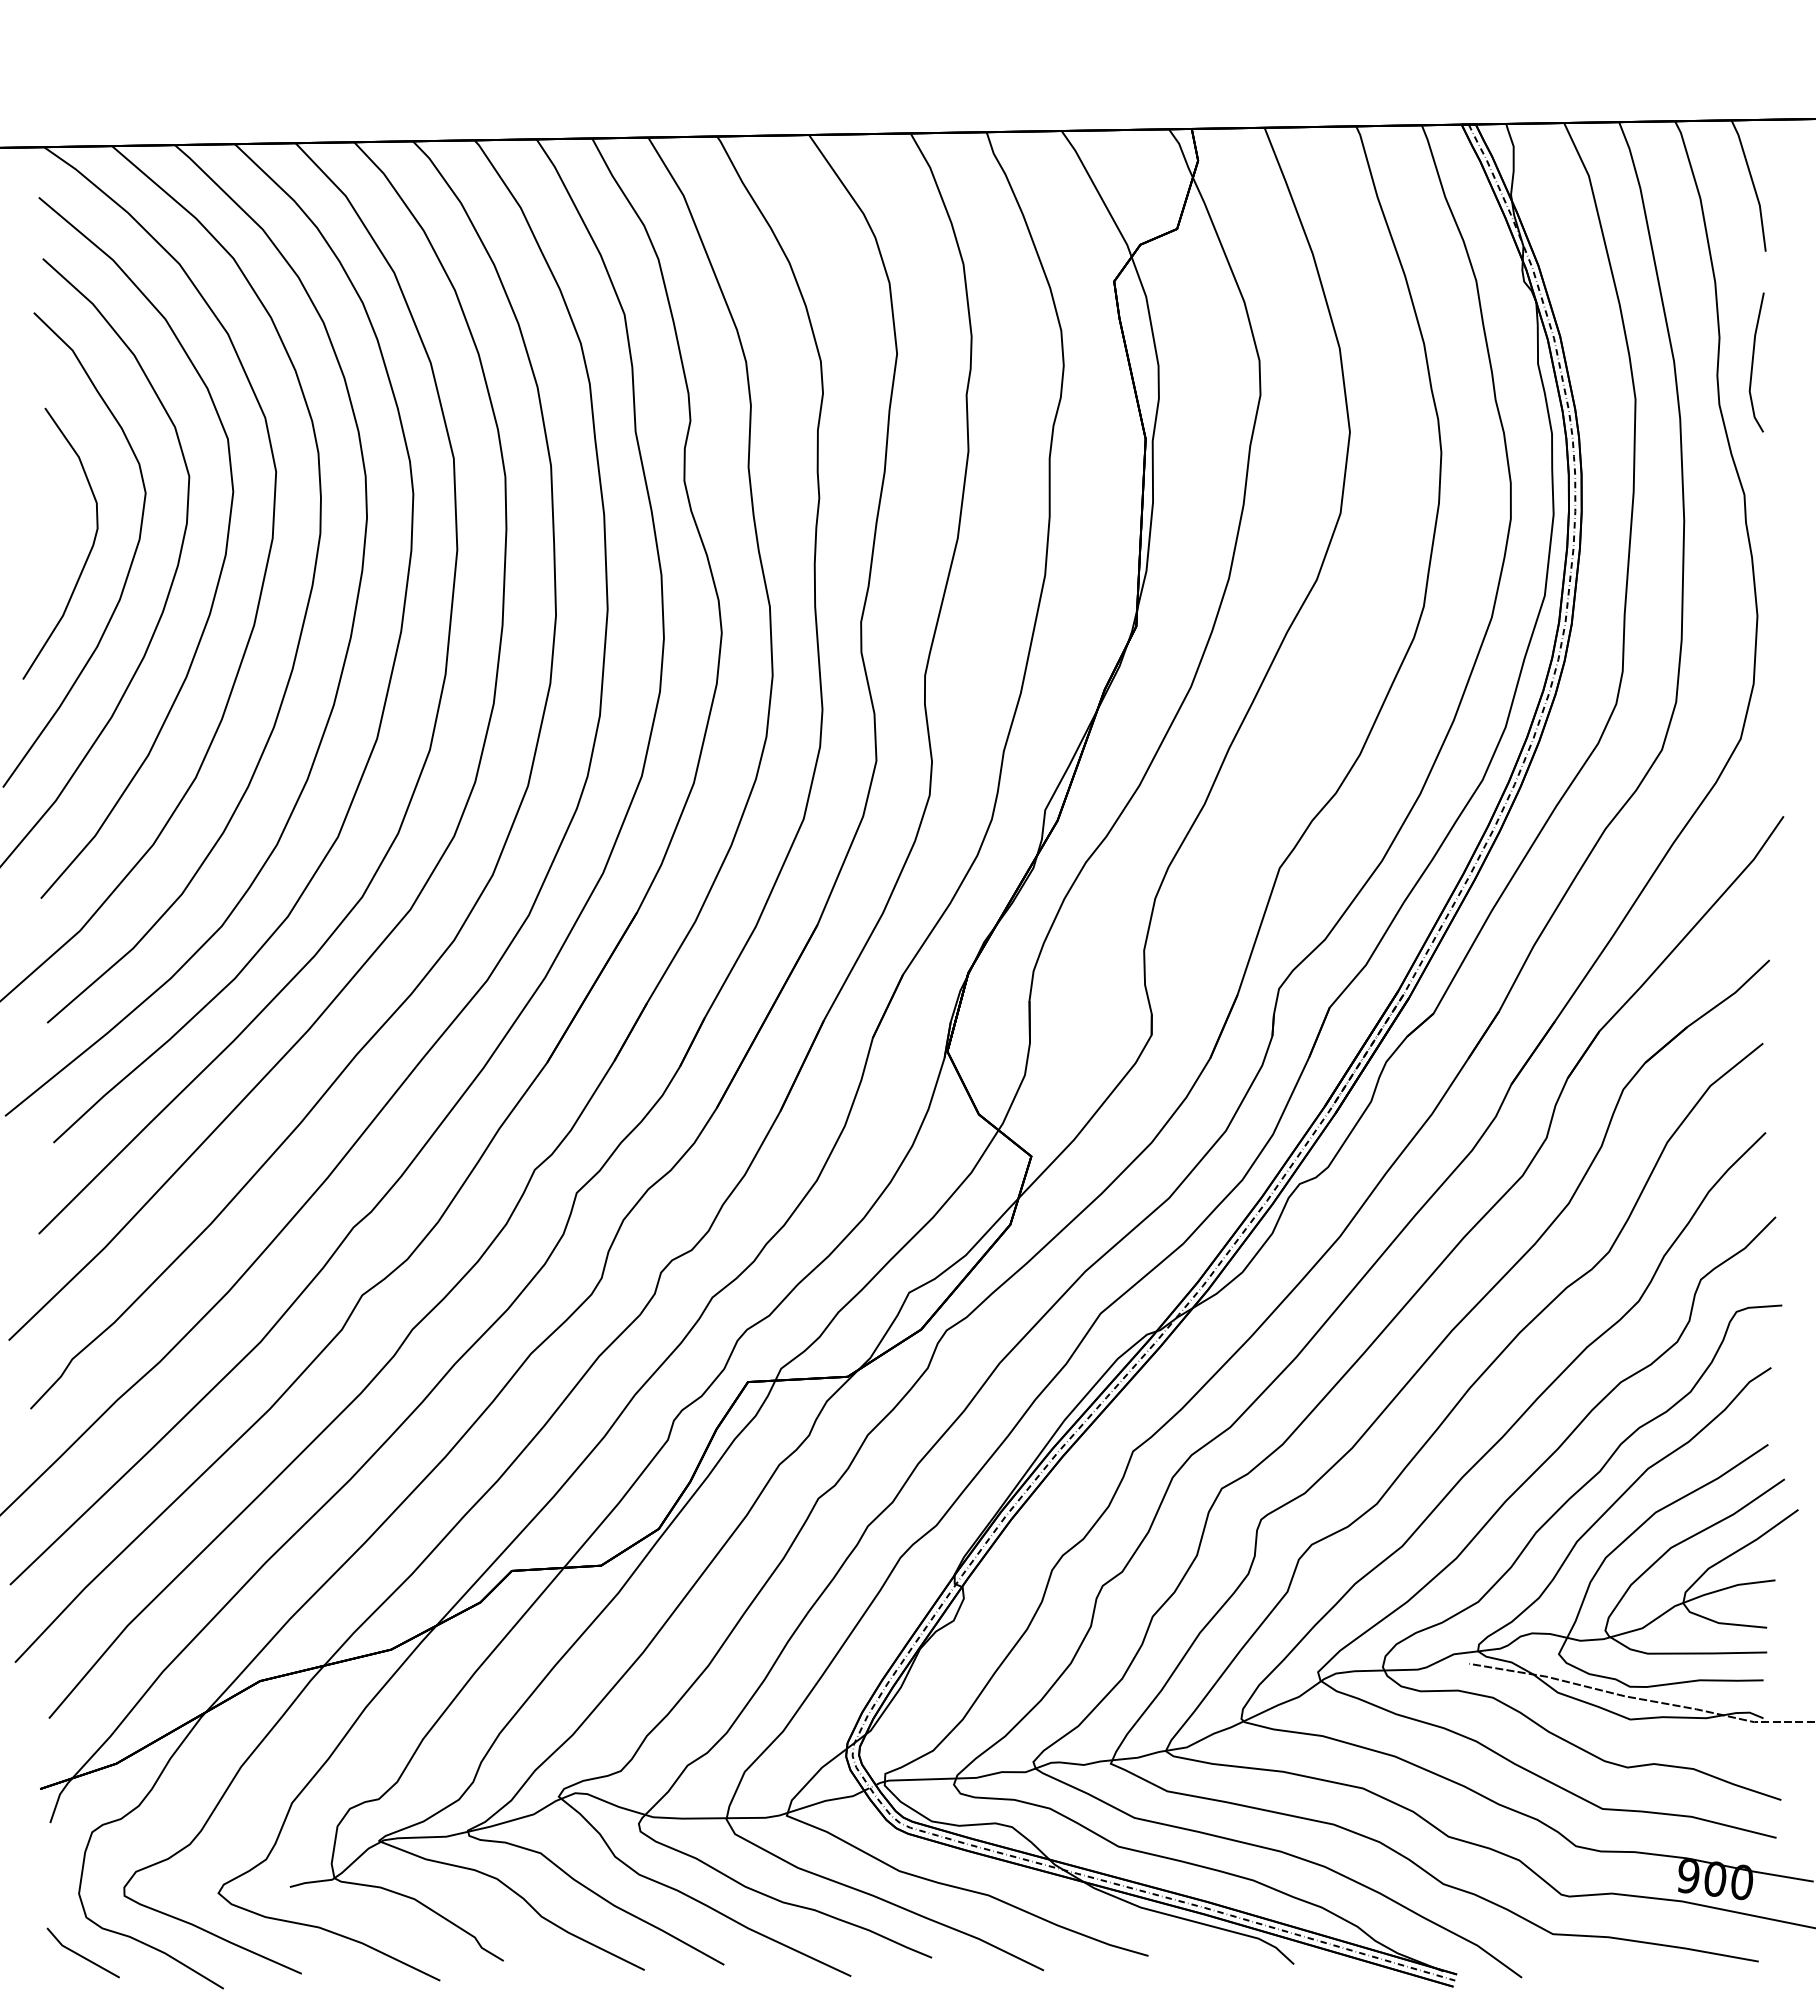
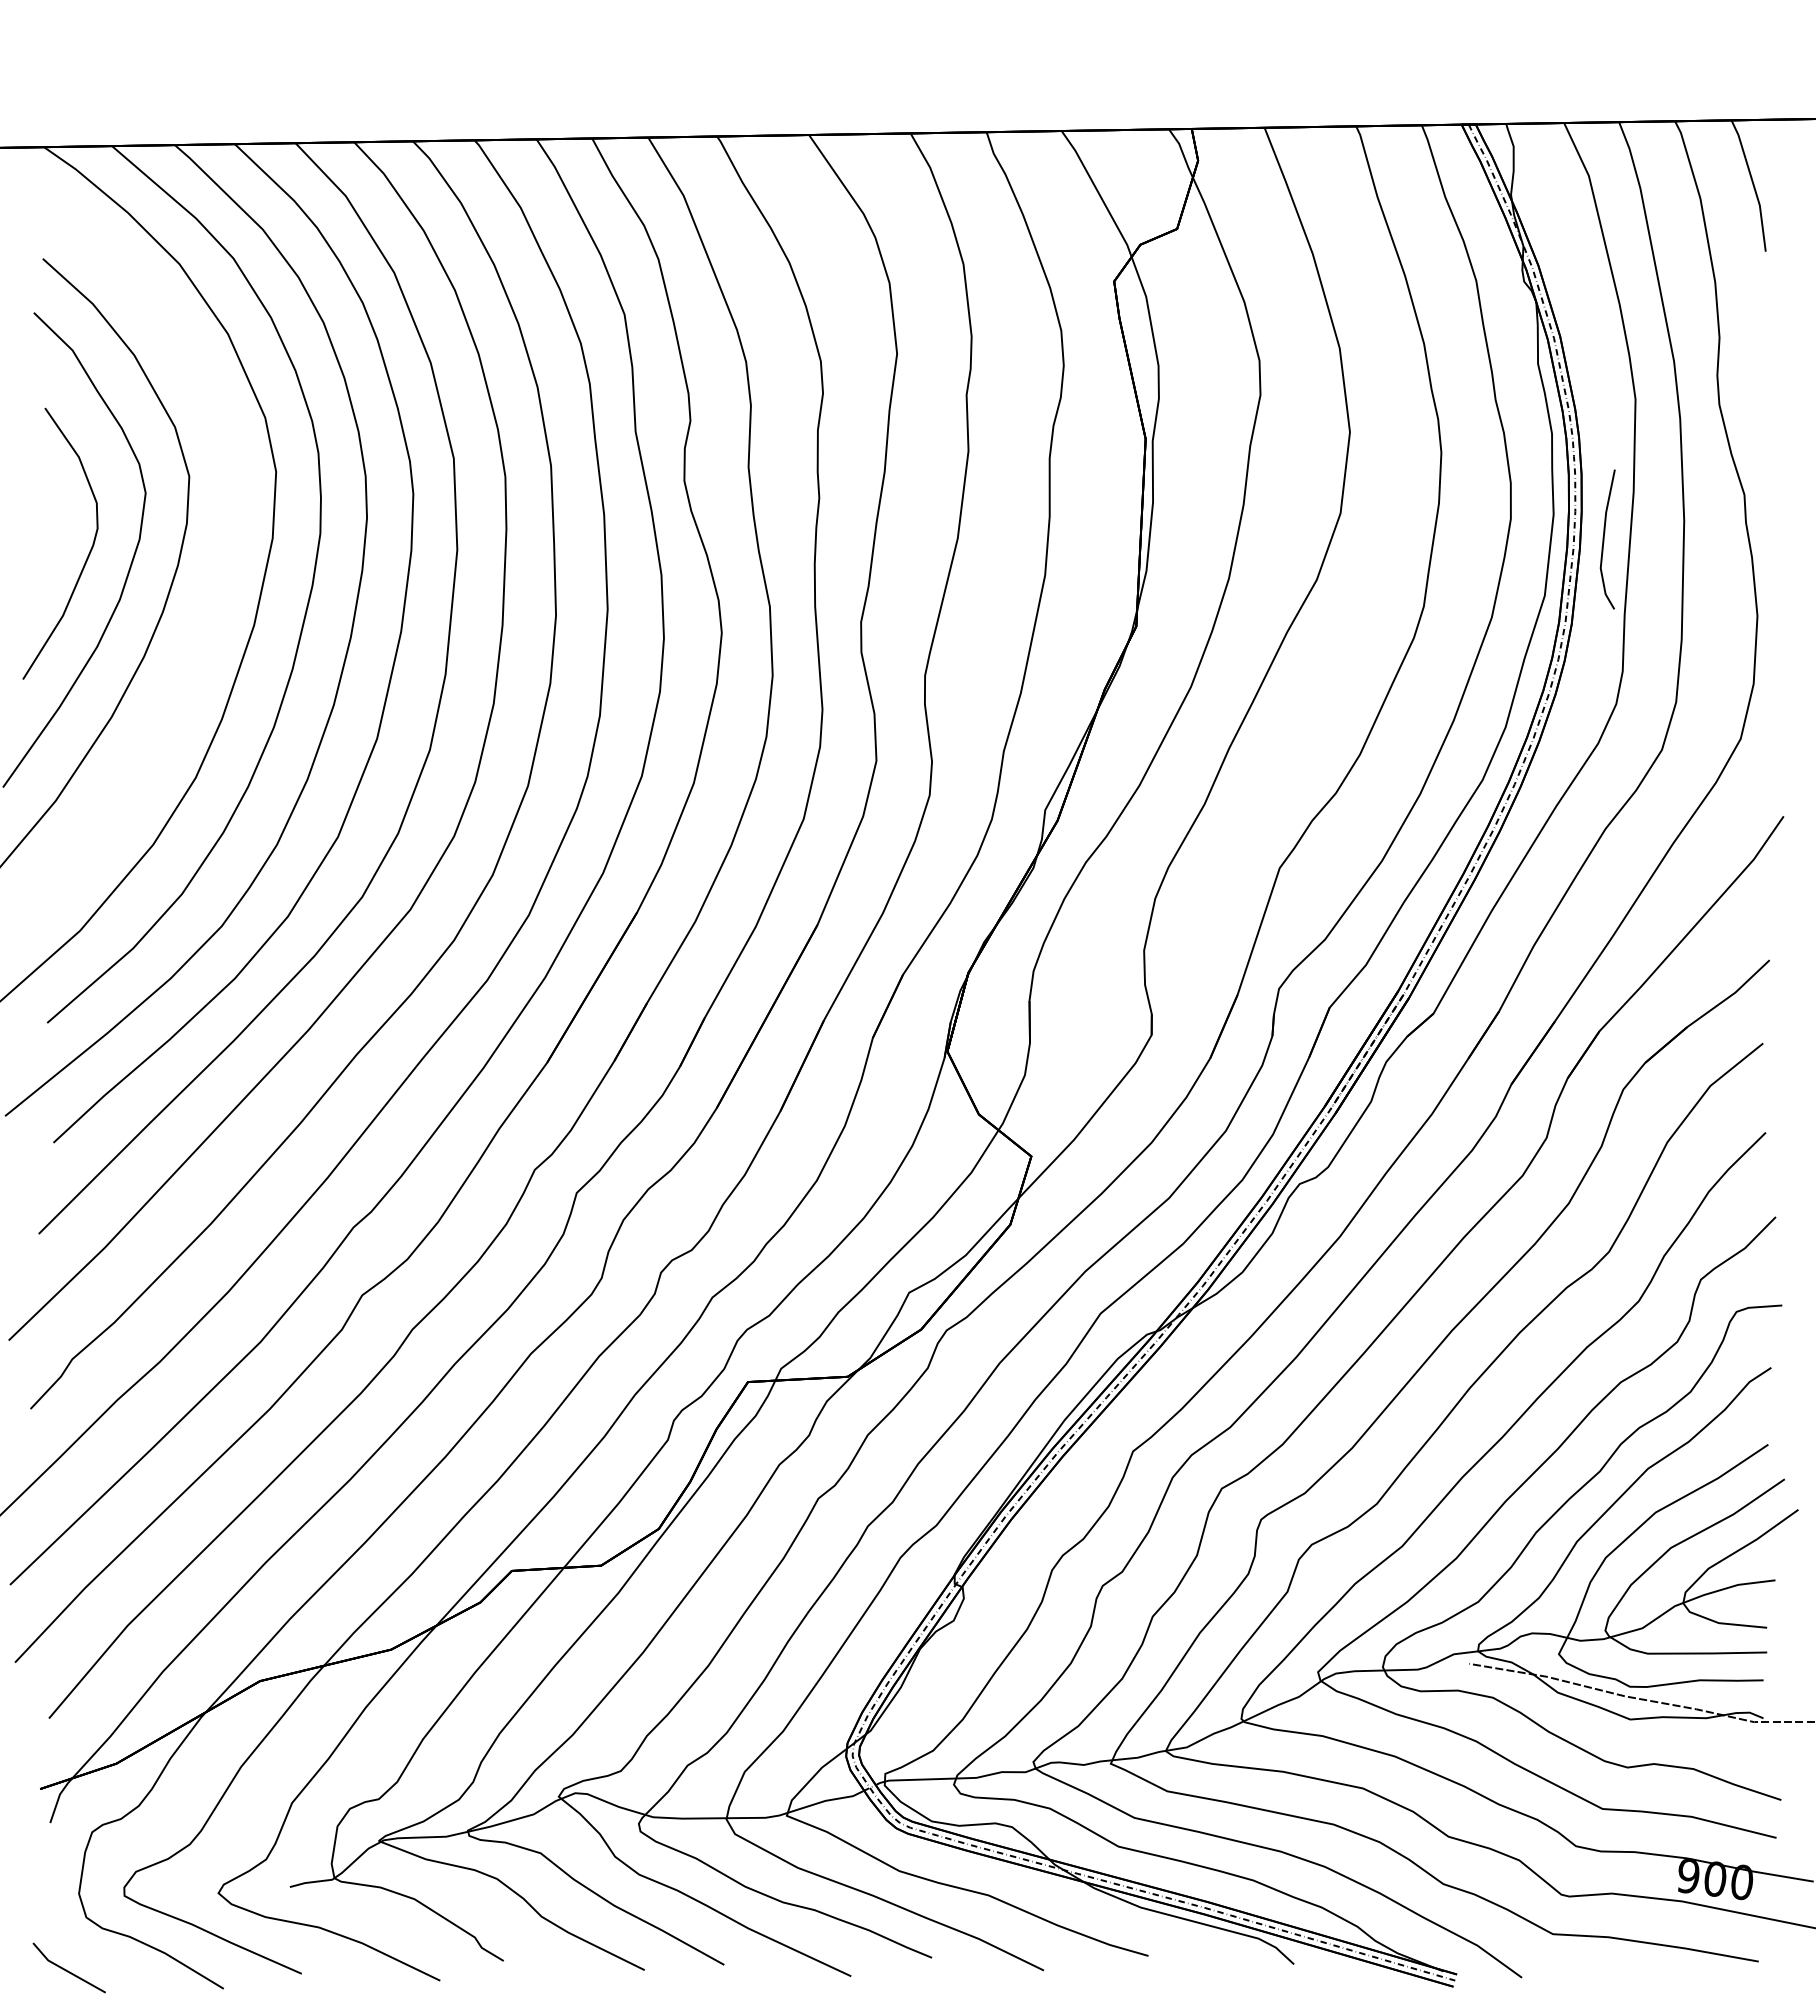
line at (1753, 362) position: (1753, 362) -> (1604, 539)
curve at (219, 573): present -> none
line at (80, 1954) position: (80, 1954) -> (66, 1969)
